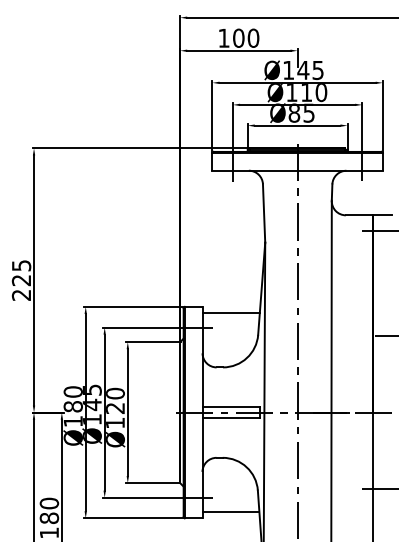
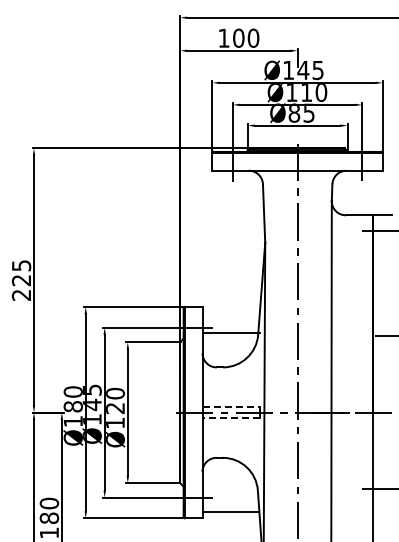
line at (230, 312) position: (230, 312) -> (230, 332)
line at (231, 406): solid -> dashed
line at (231, 418): solid -> dashed
